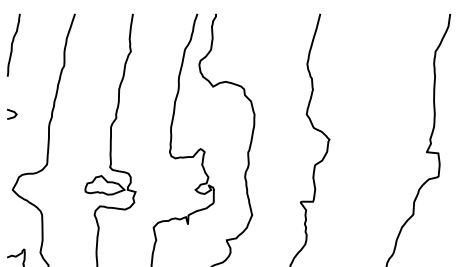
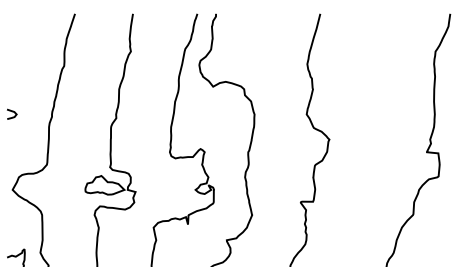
curve at (13, 43): present -> none
